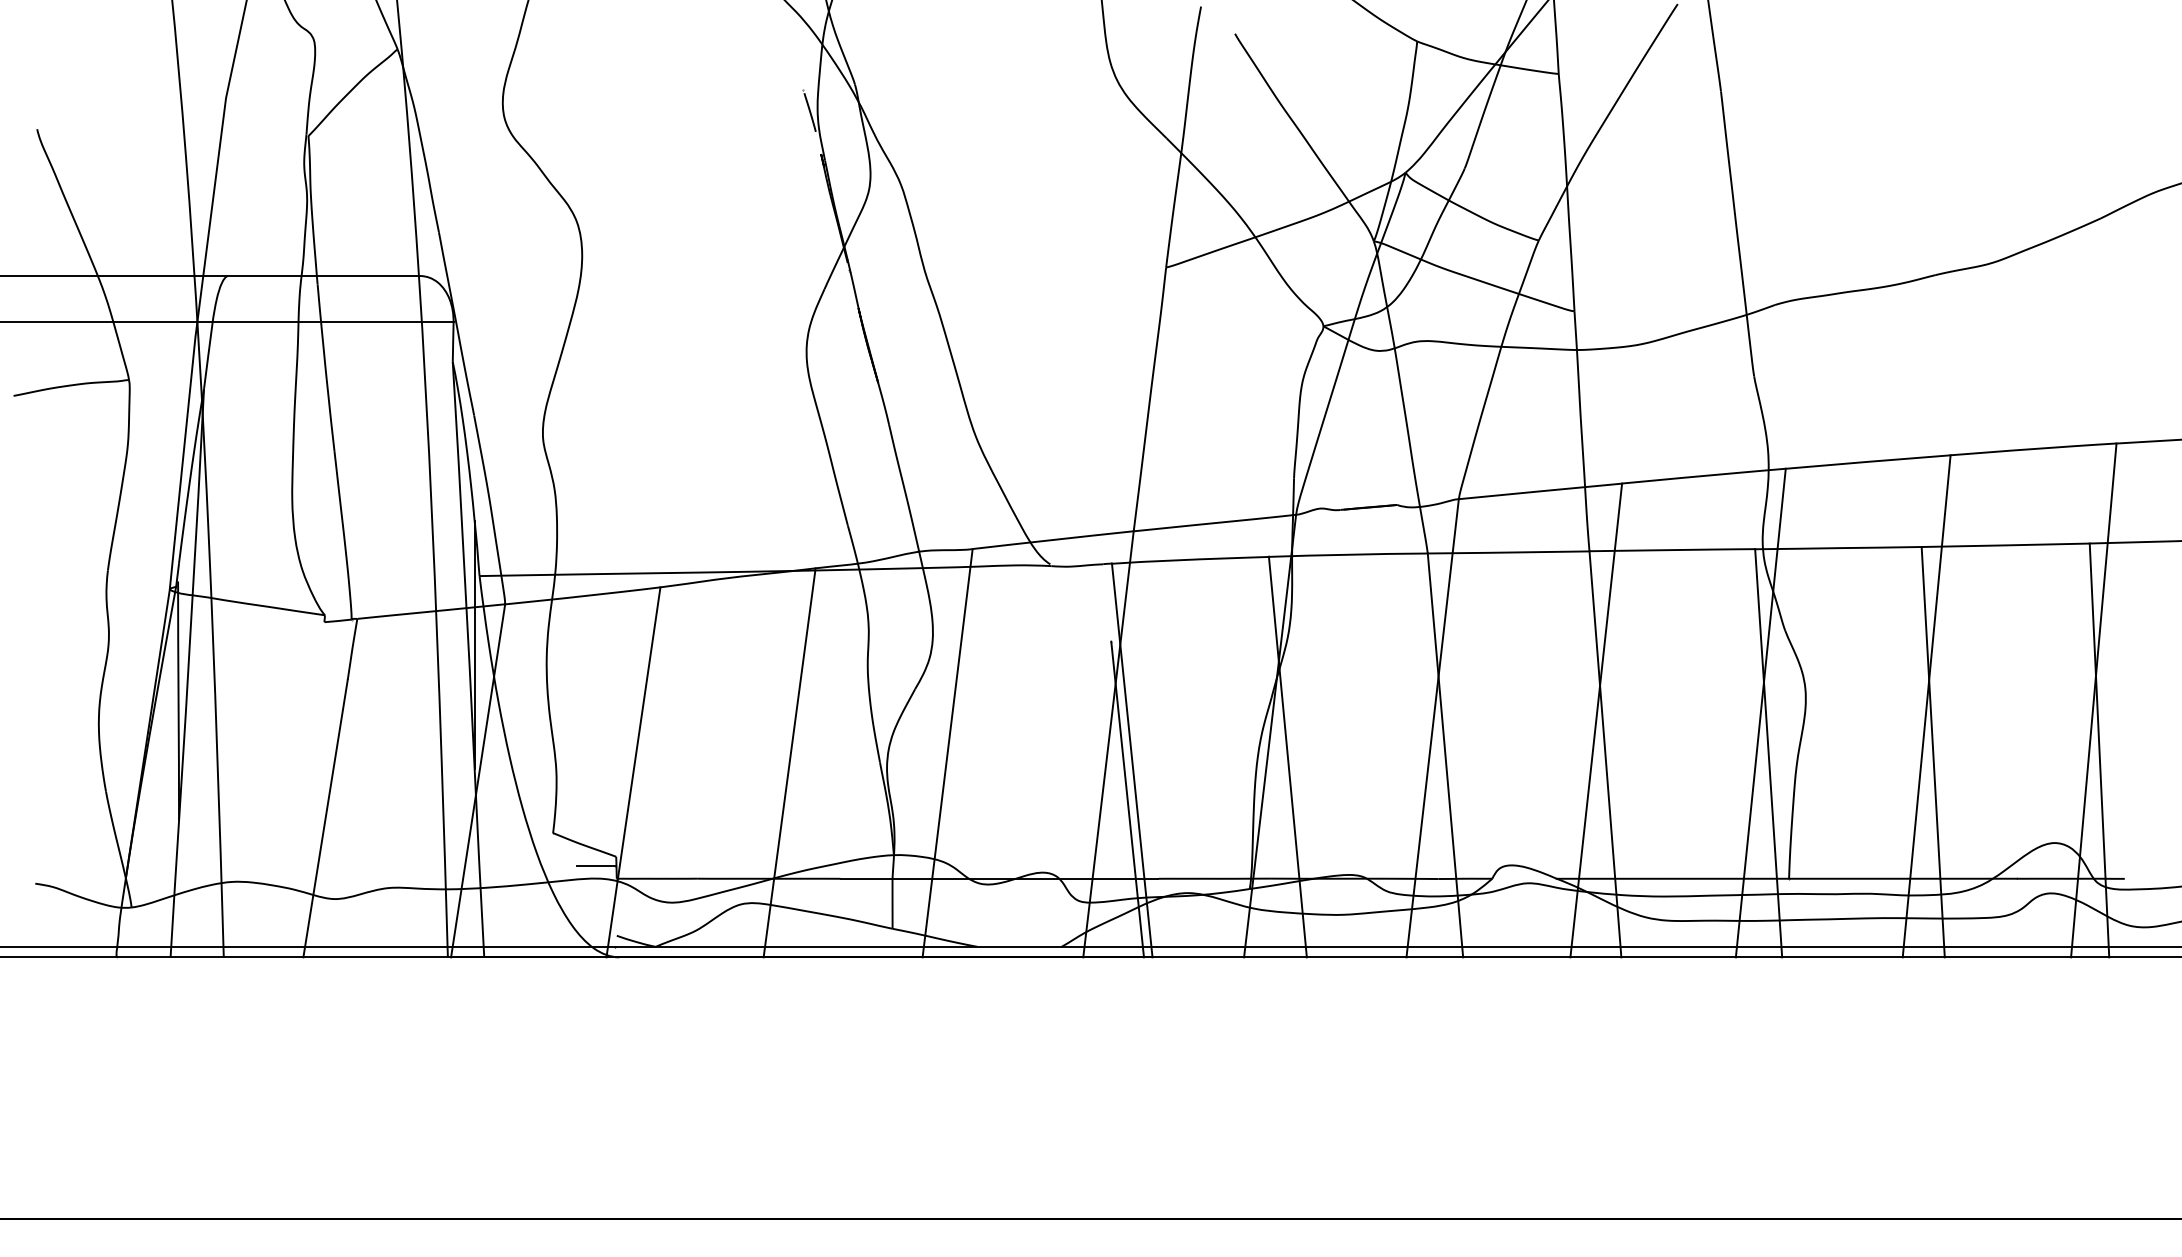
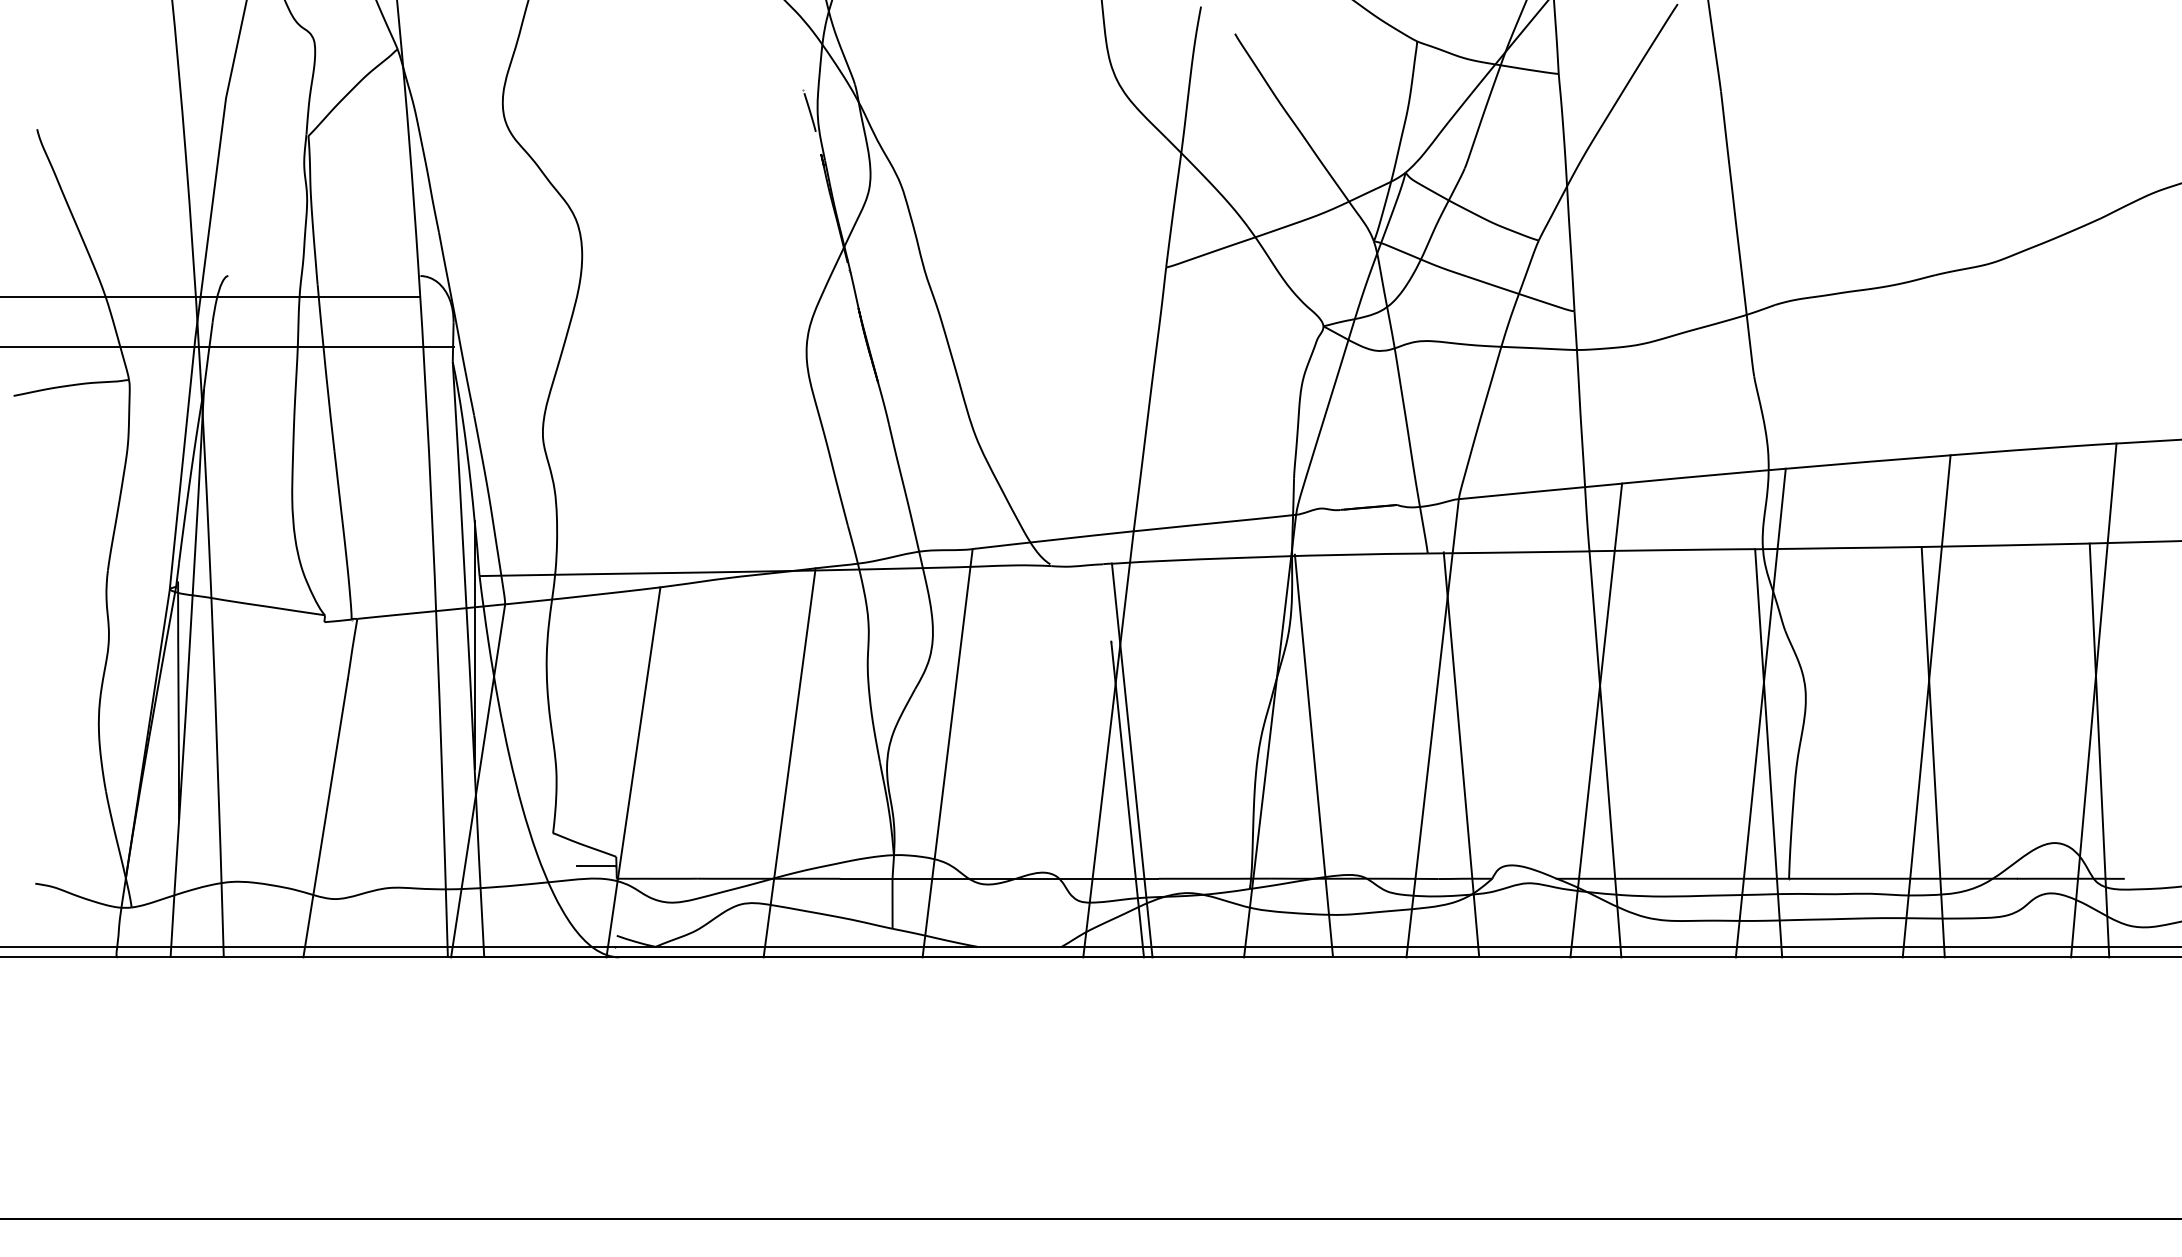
line at (211, 276) position: (211, 276) -> (211, 297)
line at (227, 322) position: (227, 322) -> (227, 347)
line at (1445, 755) position: (1445, 755) -> (1461, 754)
line at (1287, 756) position: (1287, 756) -> (1313, 754)
